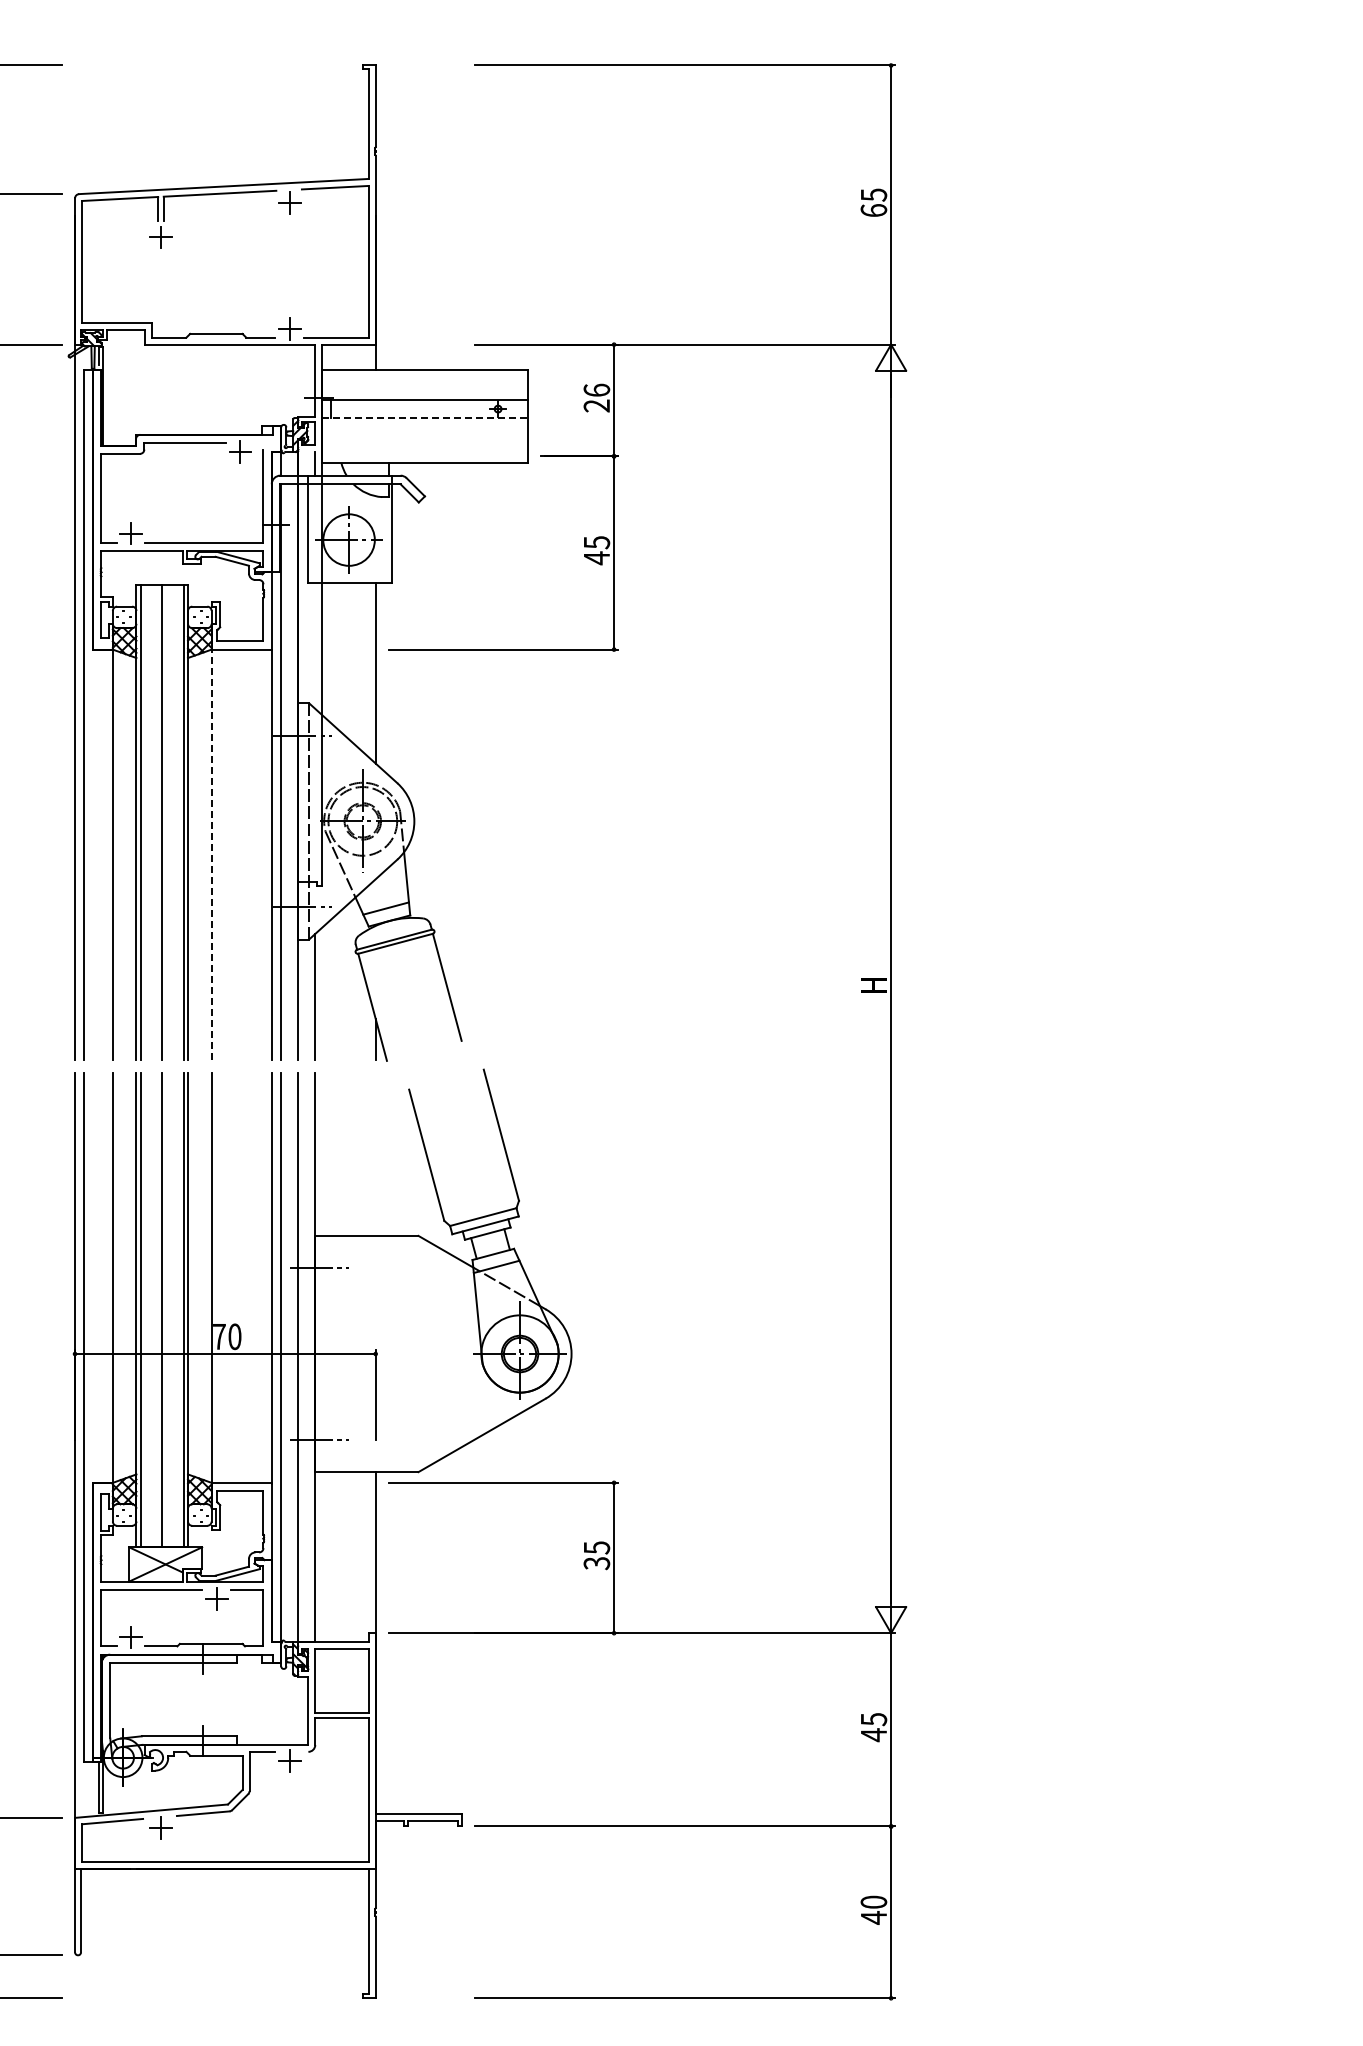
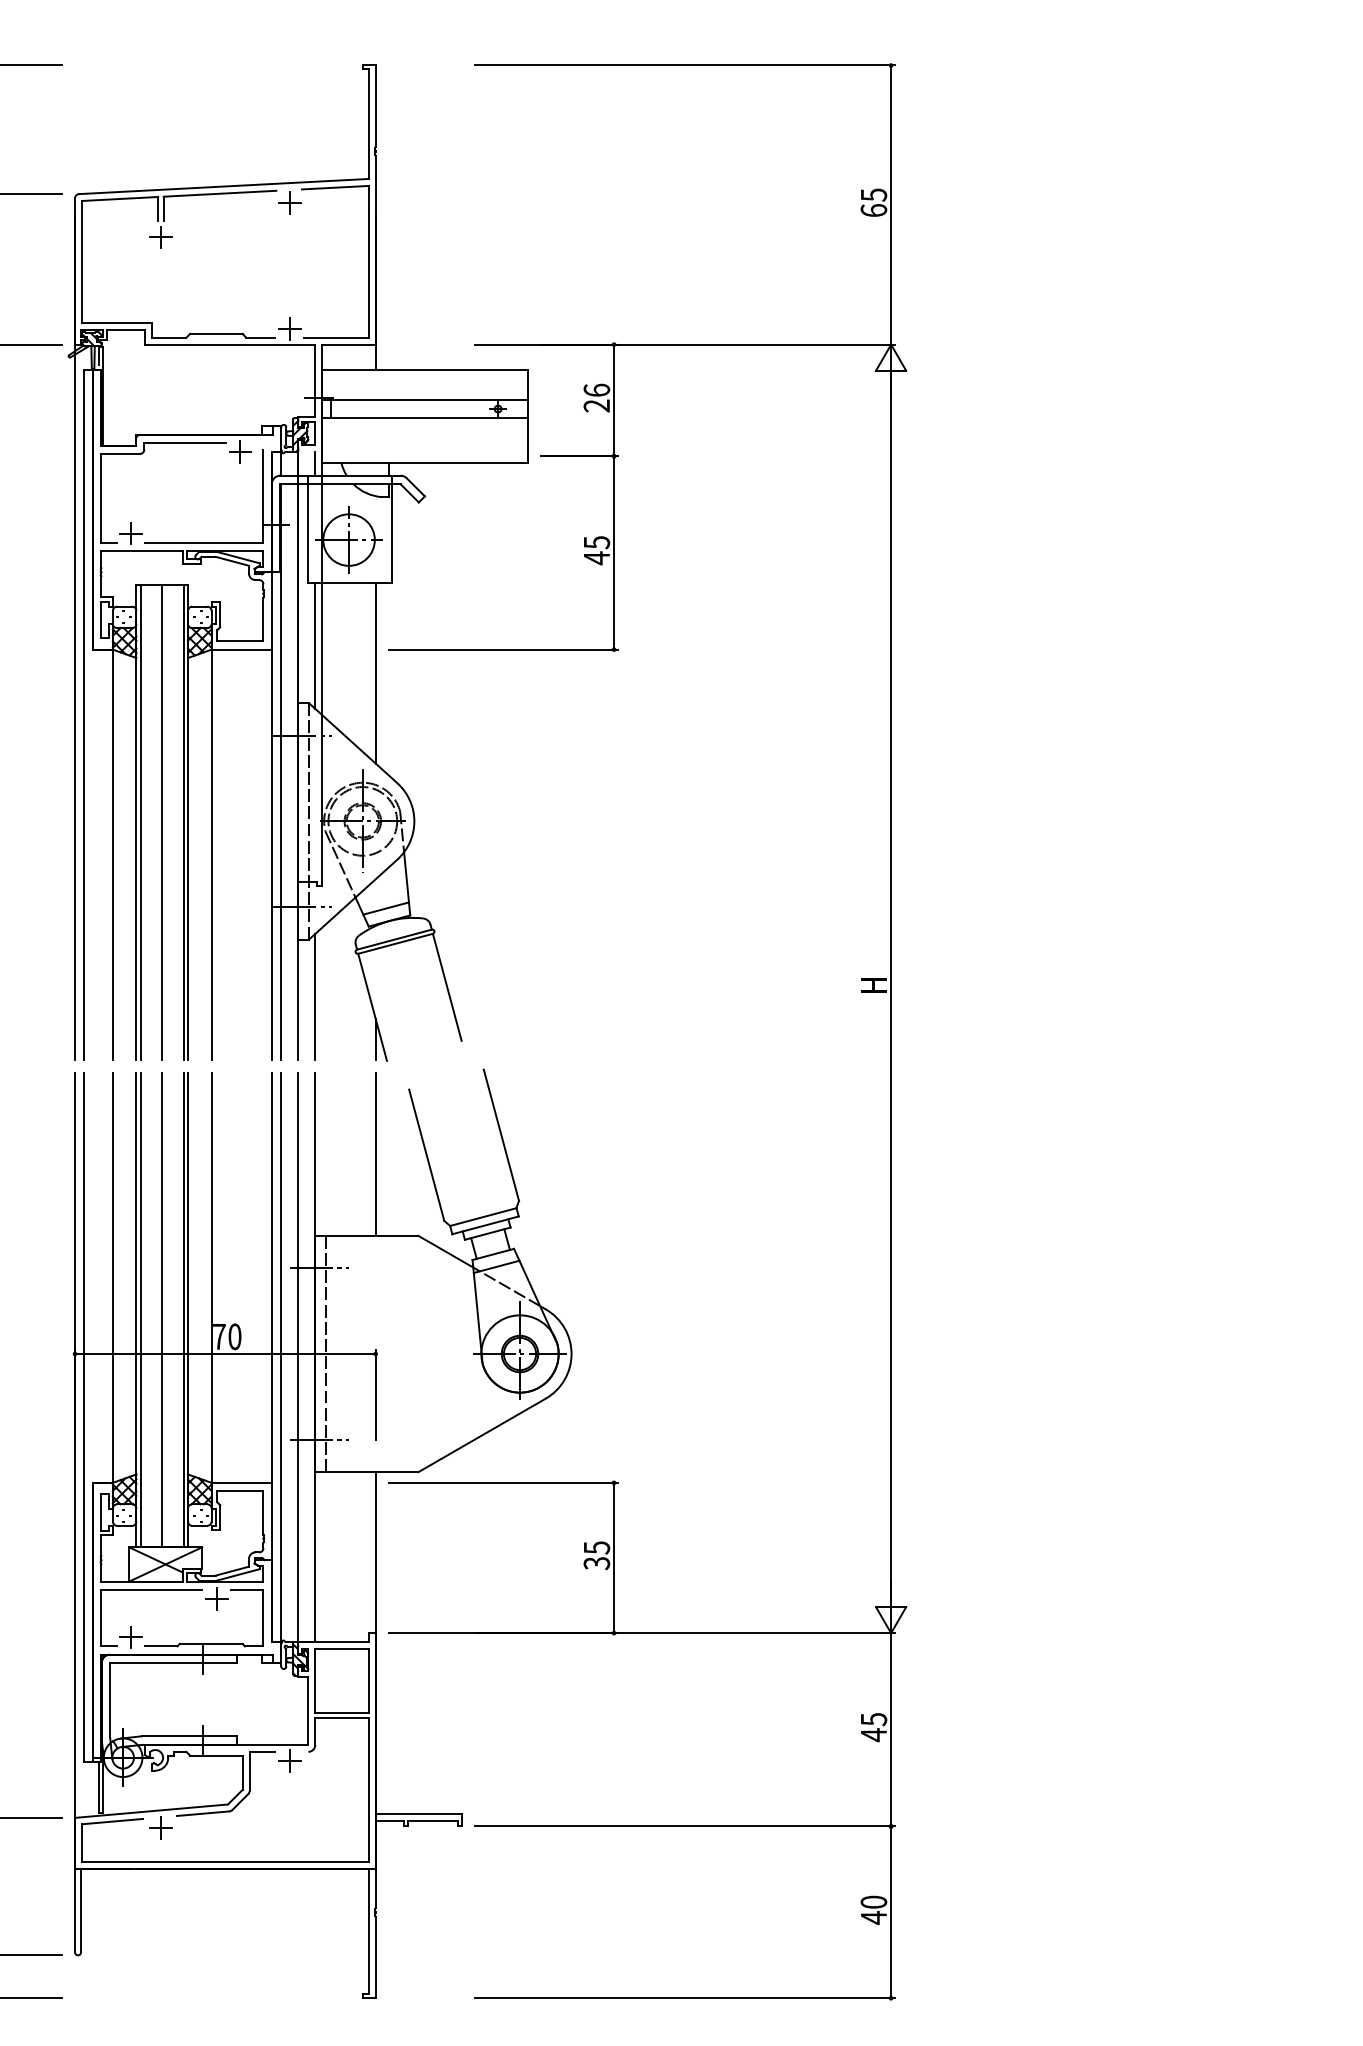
line at (425, 417): dashed -> solid
line at (315, 645): none -> present
line at (211, 854): dashed -> solid
line at (375, 1153): none -> present
line at (325, 1353): none -> present
